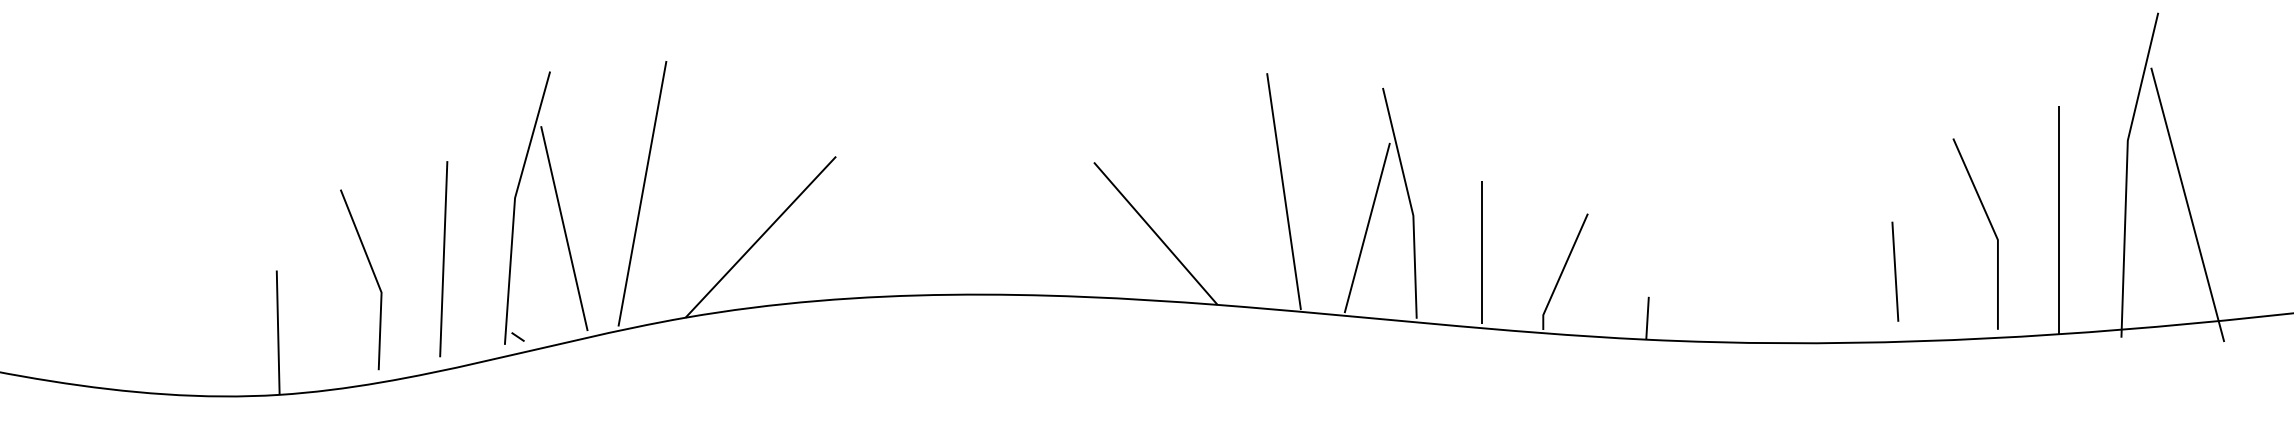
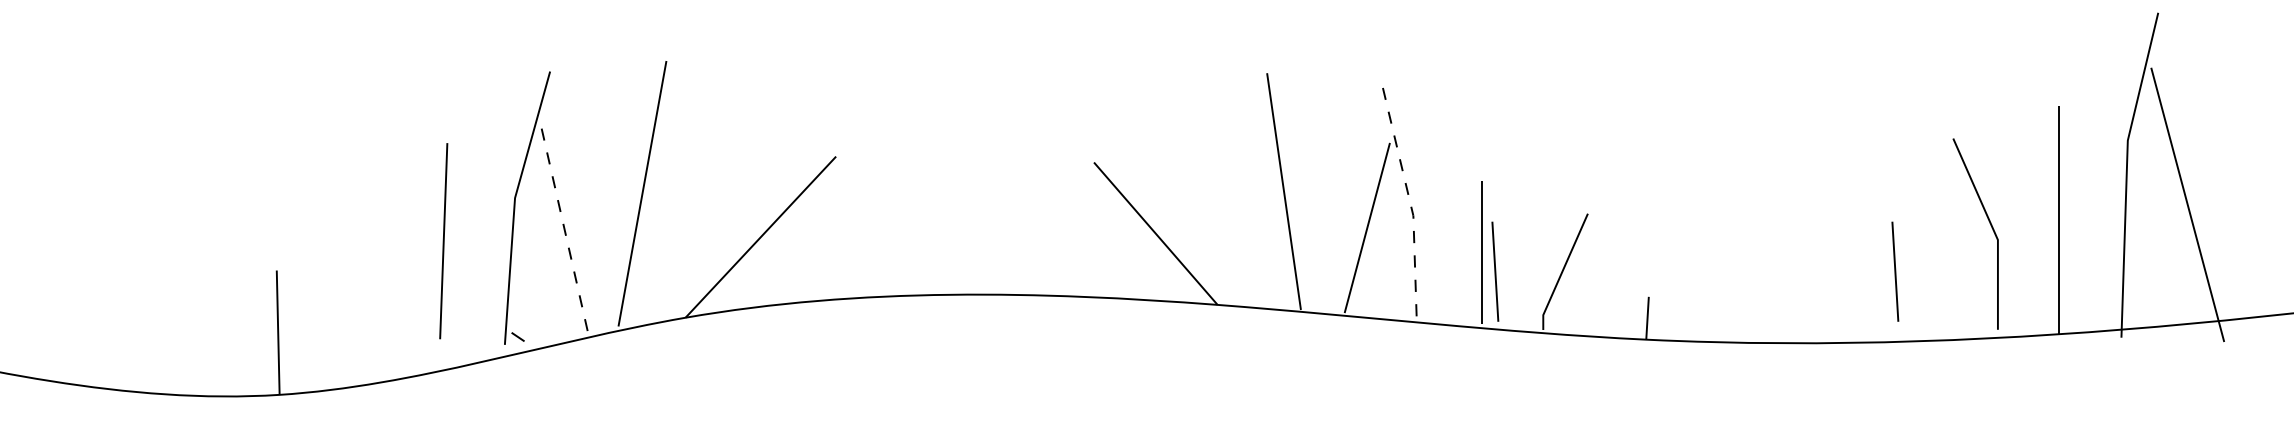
line at (1410, 203): solid -> dashed
line at (564, 228): solid -> dashed
line at (443, 259) position: (443, 259) -> (443, 241)
line at (1495, 271): none -> present
line at (373, 275): present -> none
